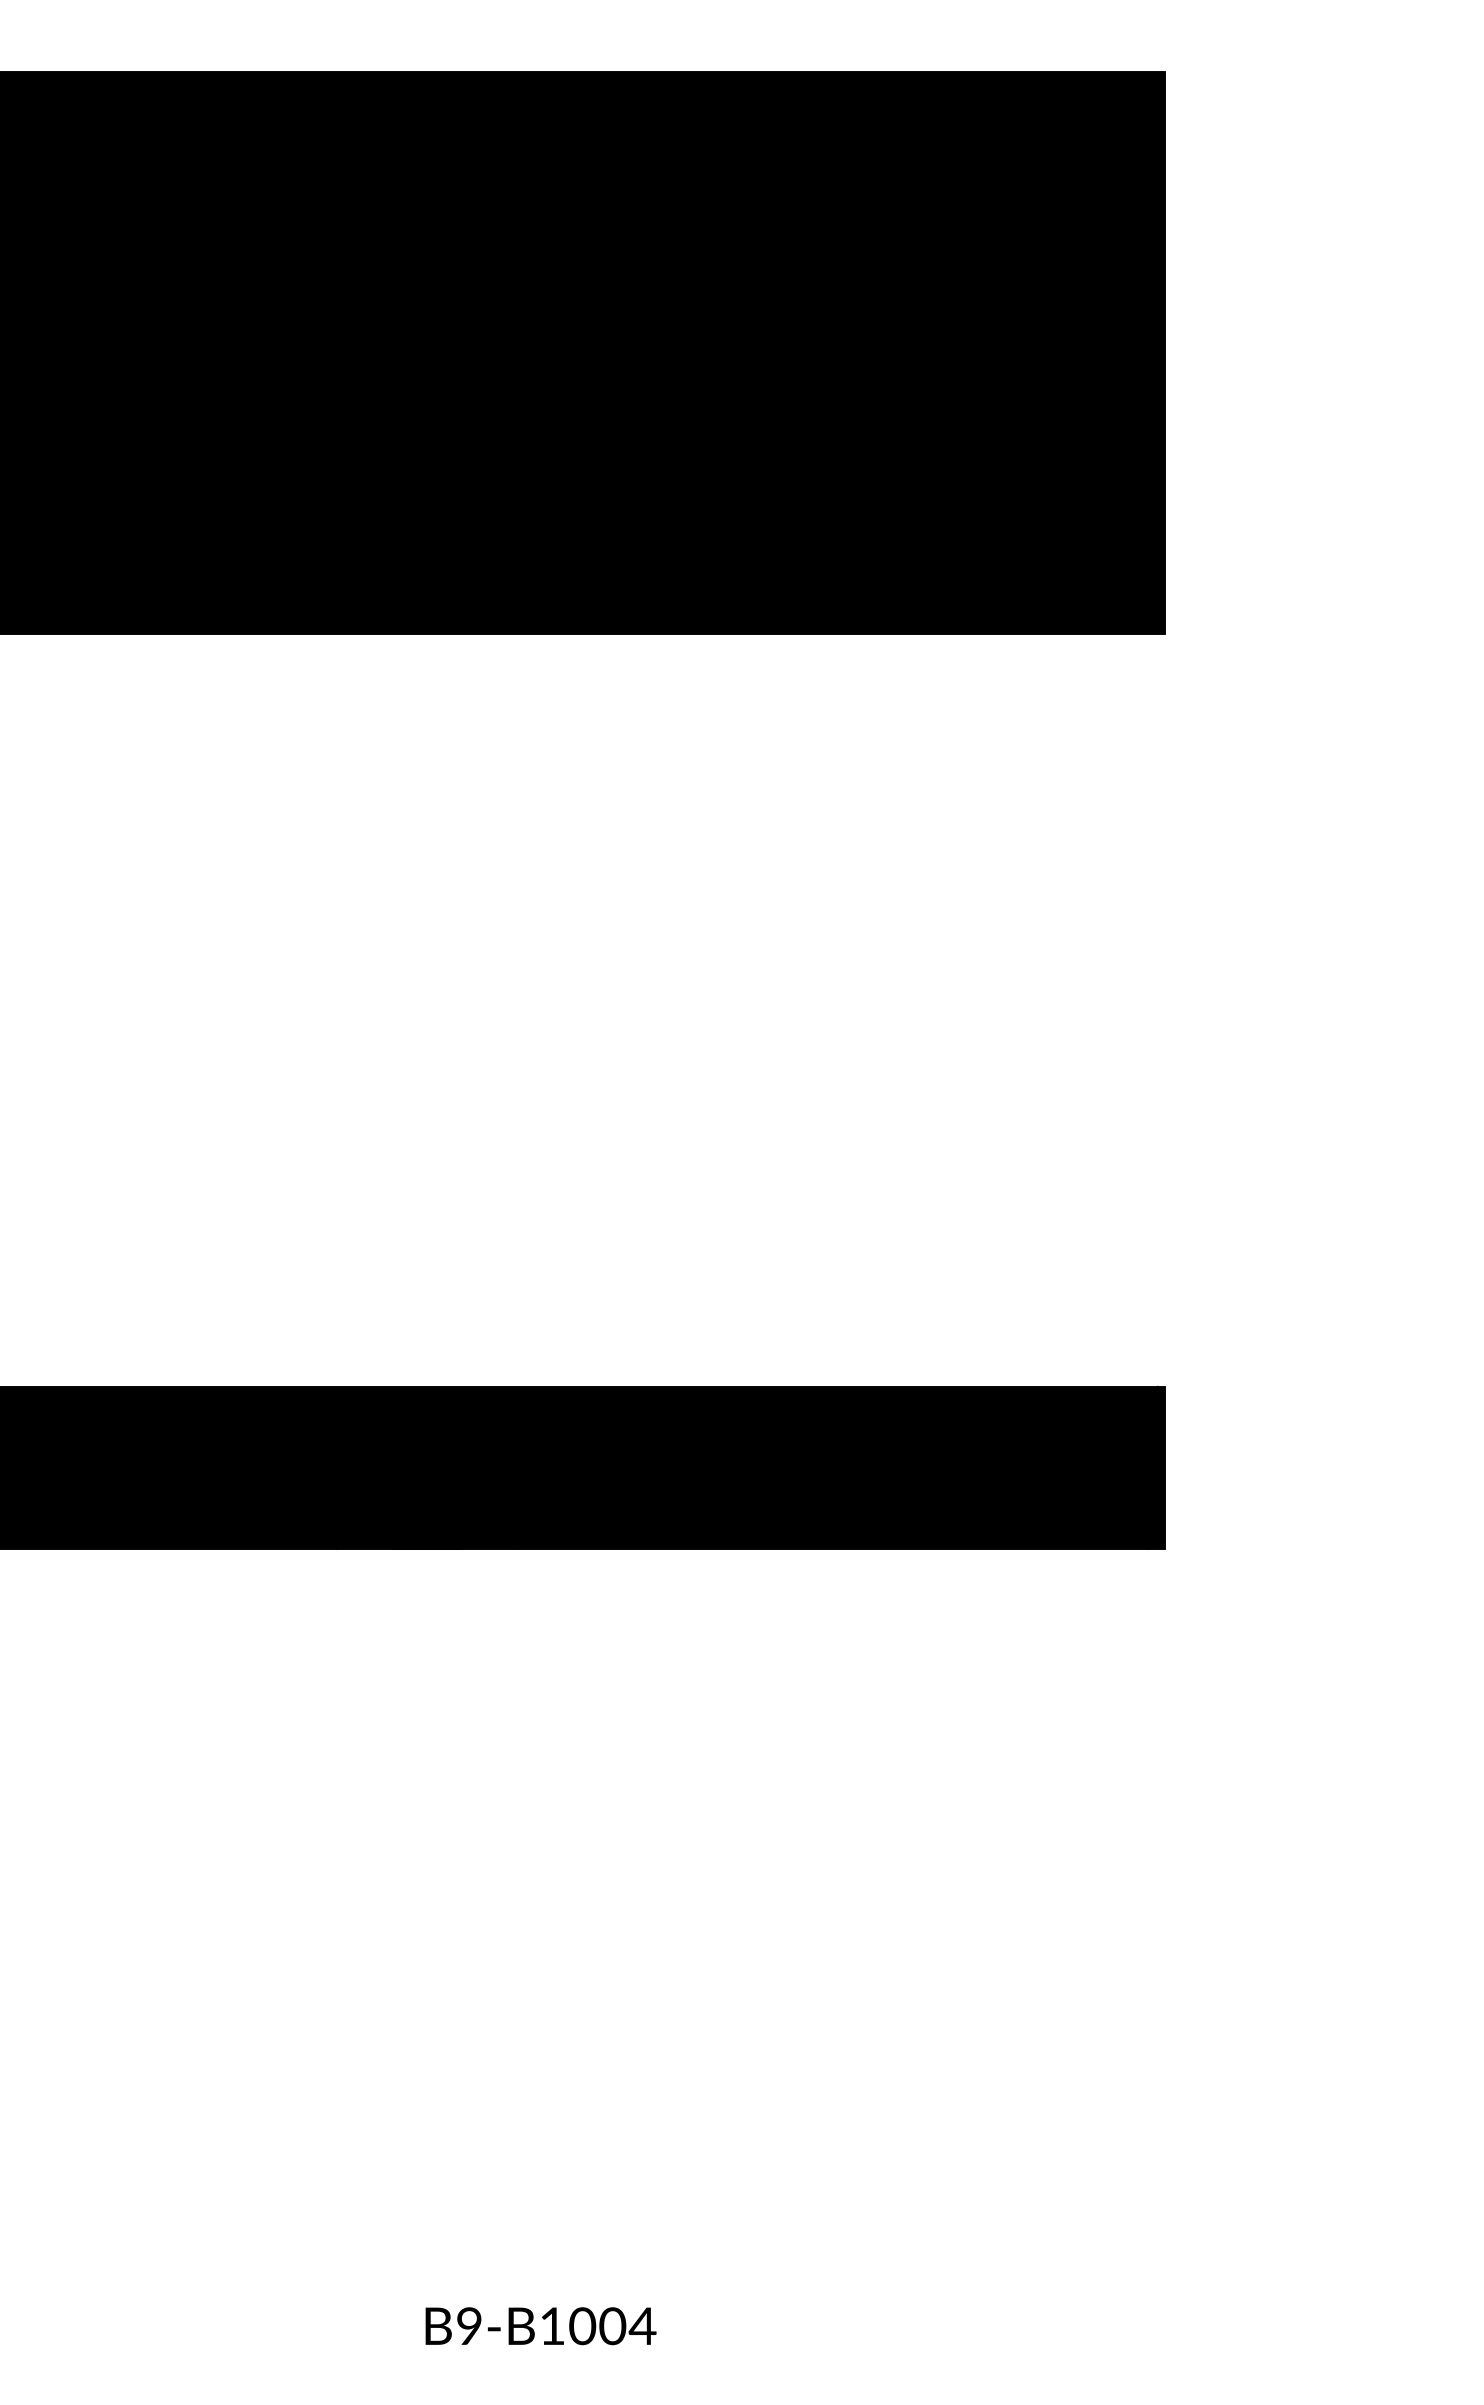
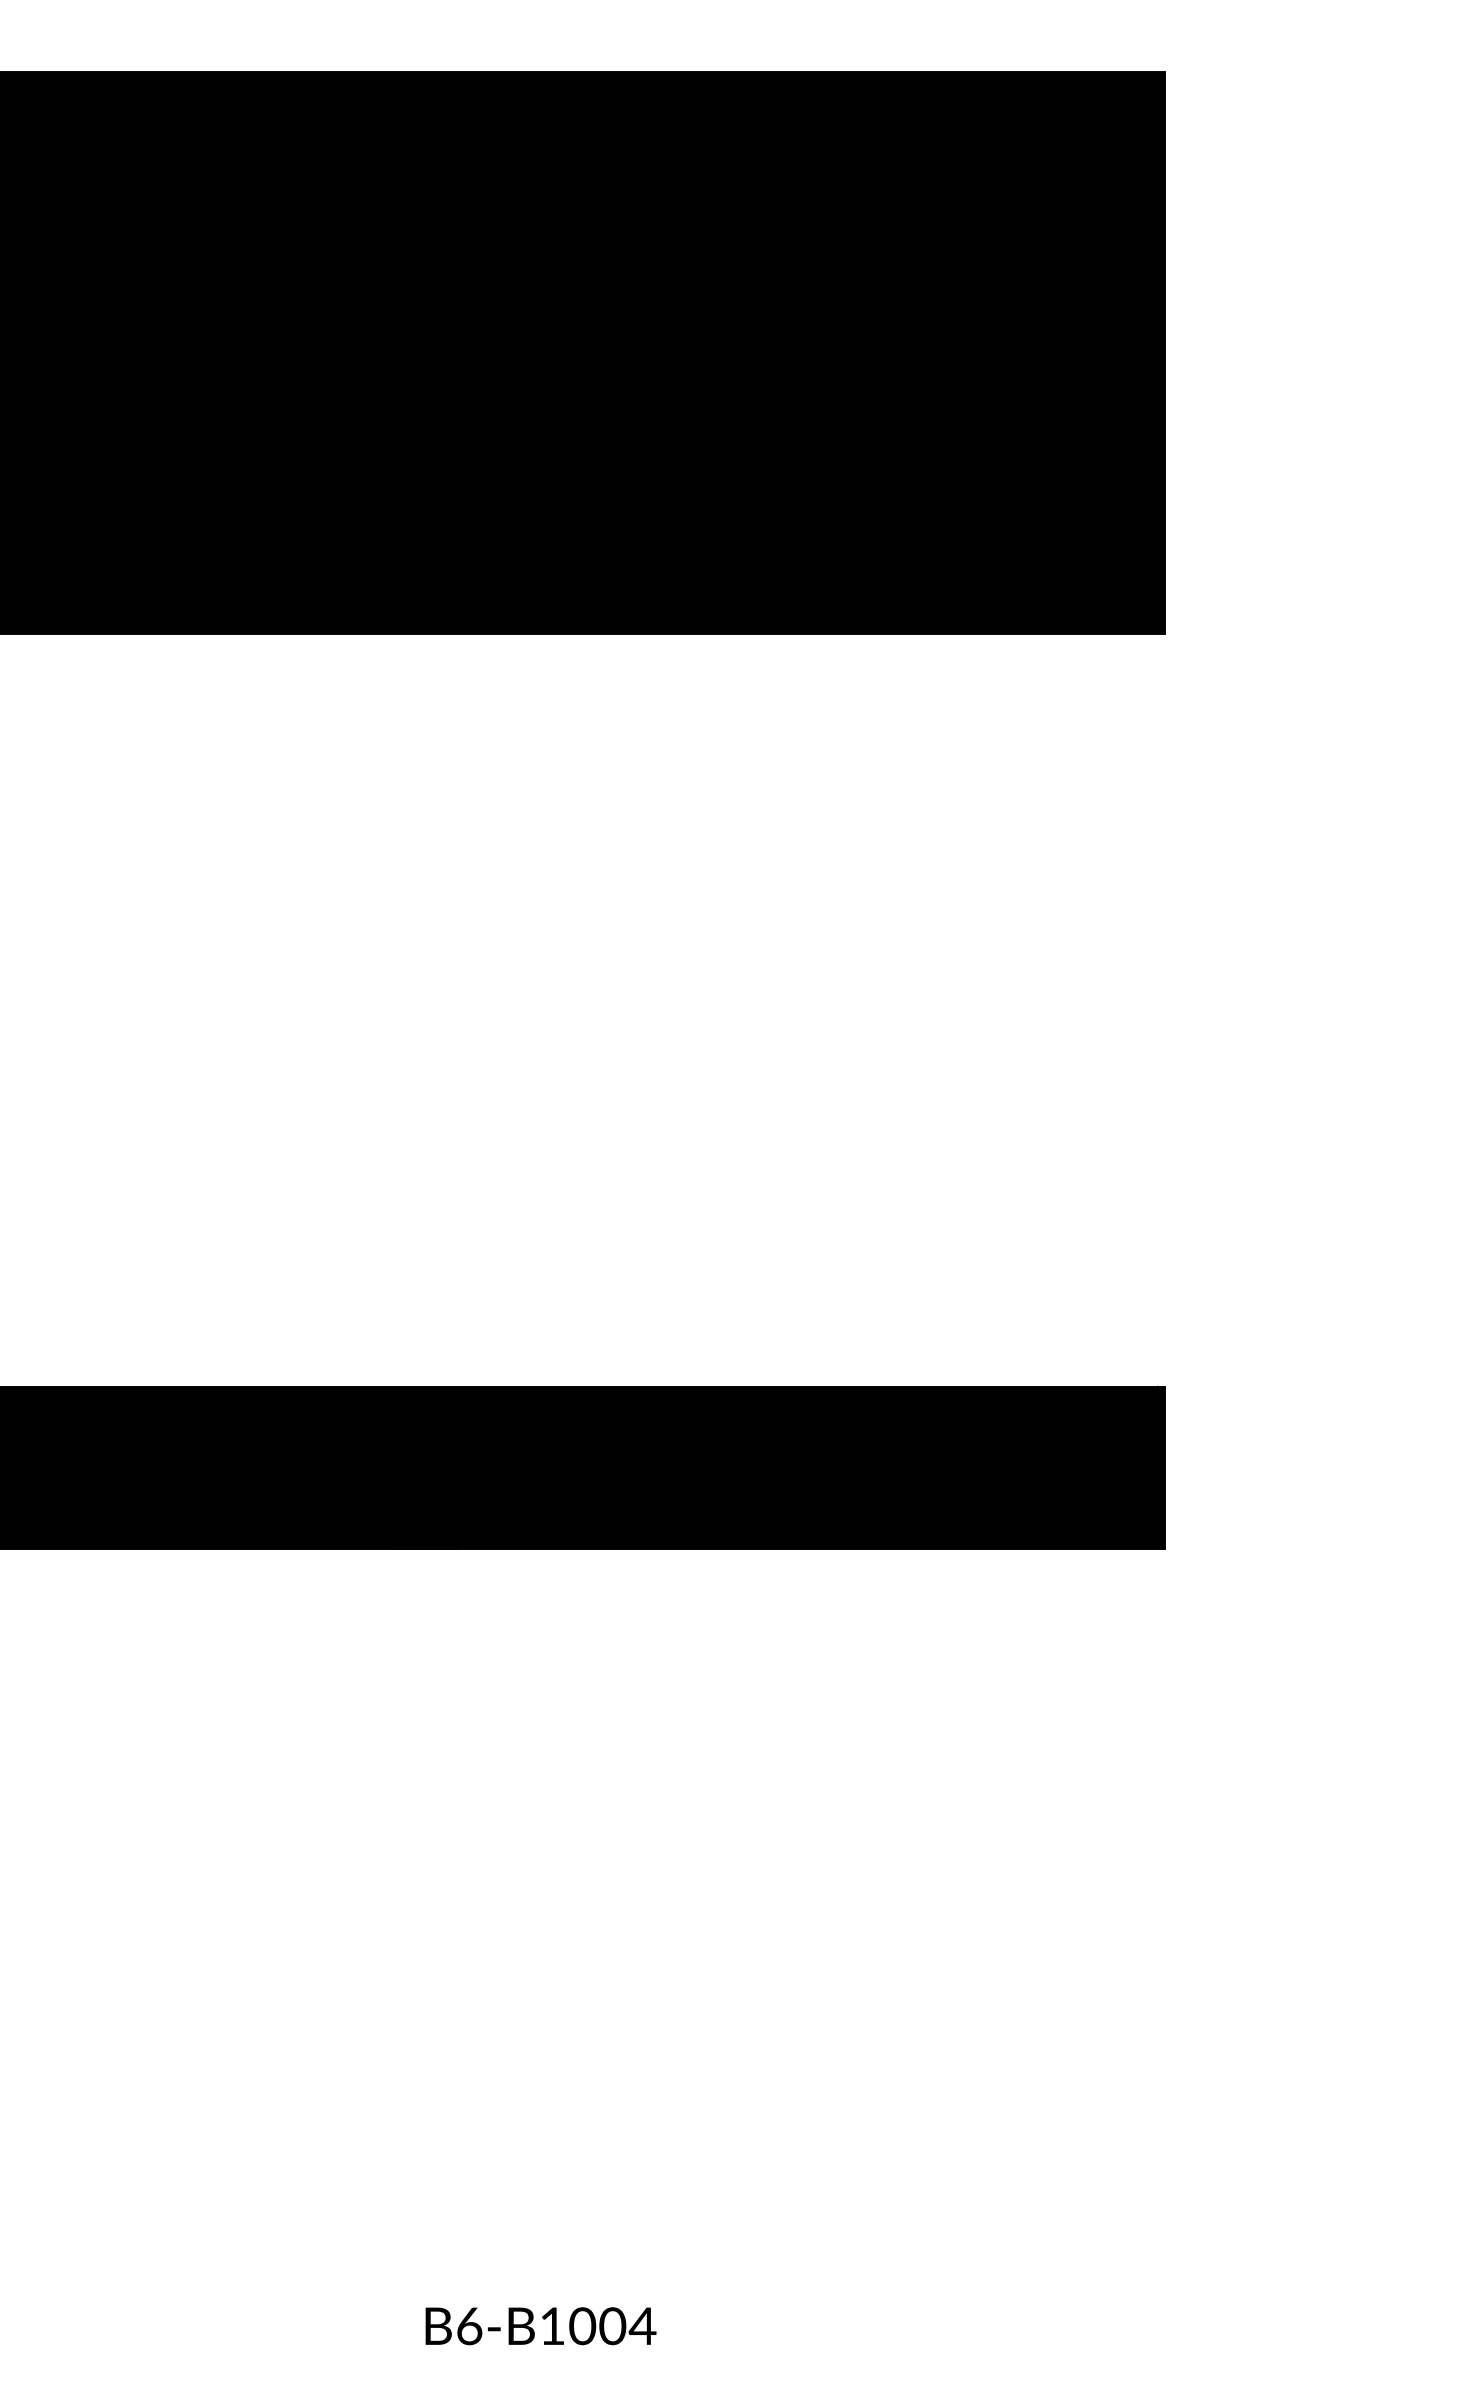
text at (469, 2326): B9-B1004 -> B6-B1004
